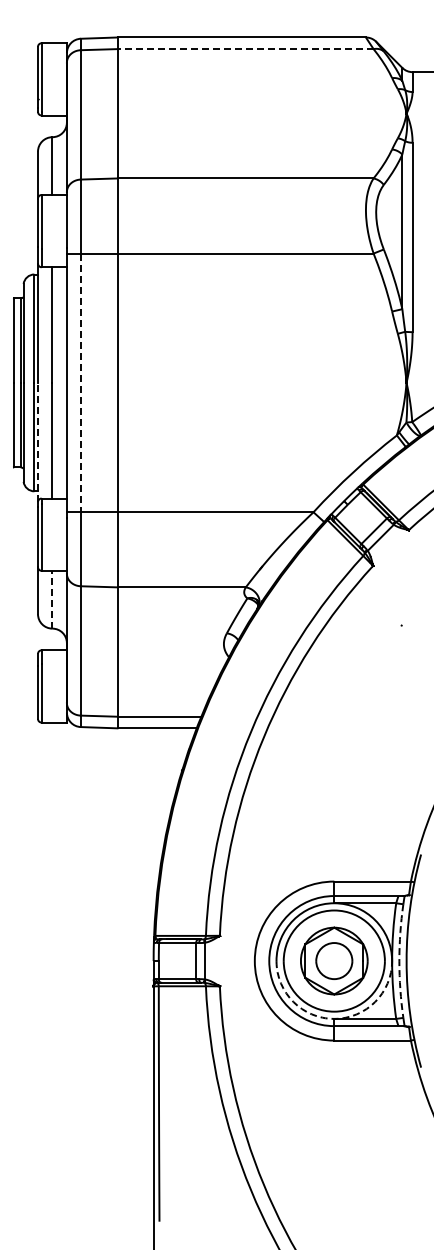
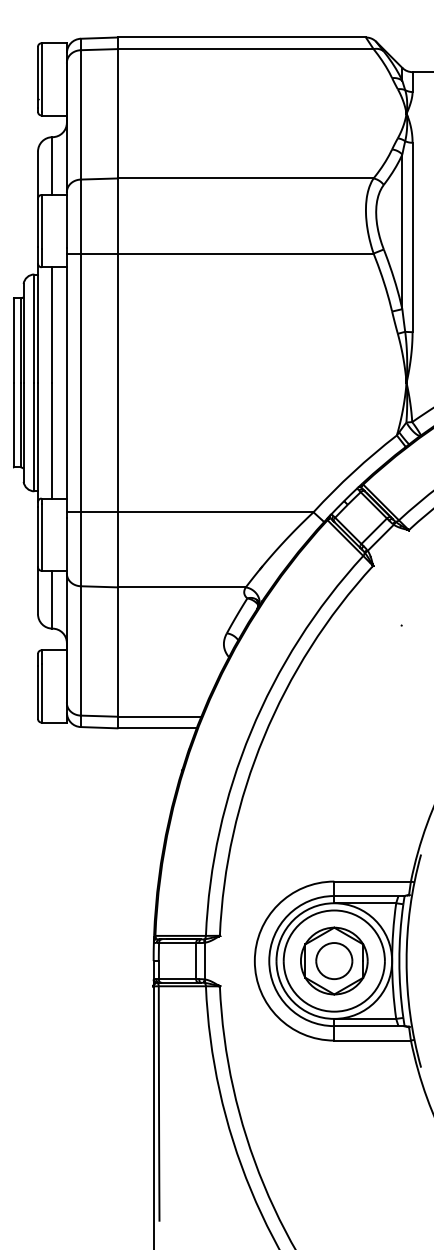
line at (245, 49): dashed -> solid
line at (80, 383): dashed -> solid
line at (38, 442): dashed -> solid
line at (52, 599): dashed -> solid
arc at (399, 961): dashed -> solid
arc at (334, 1018): dashed -> solid
